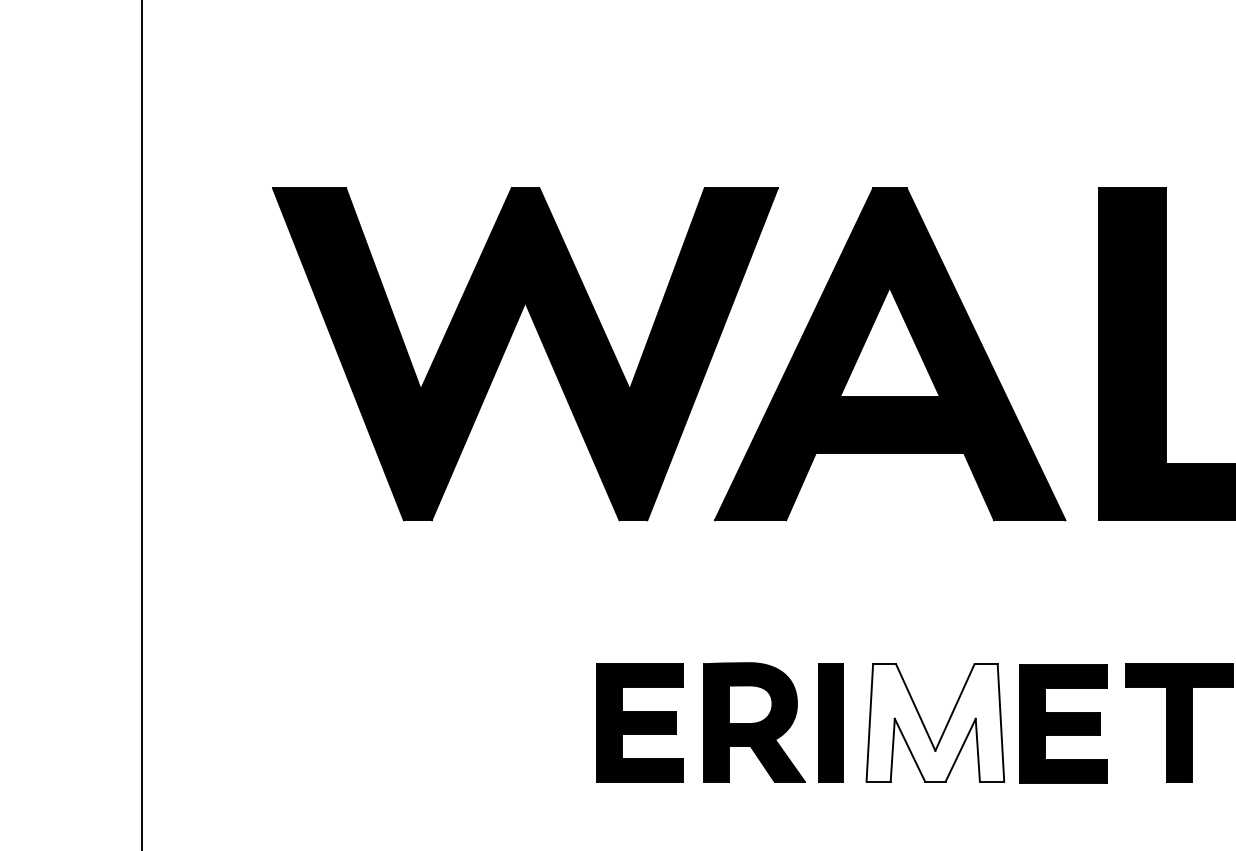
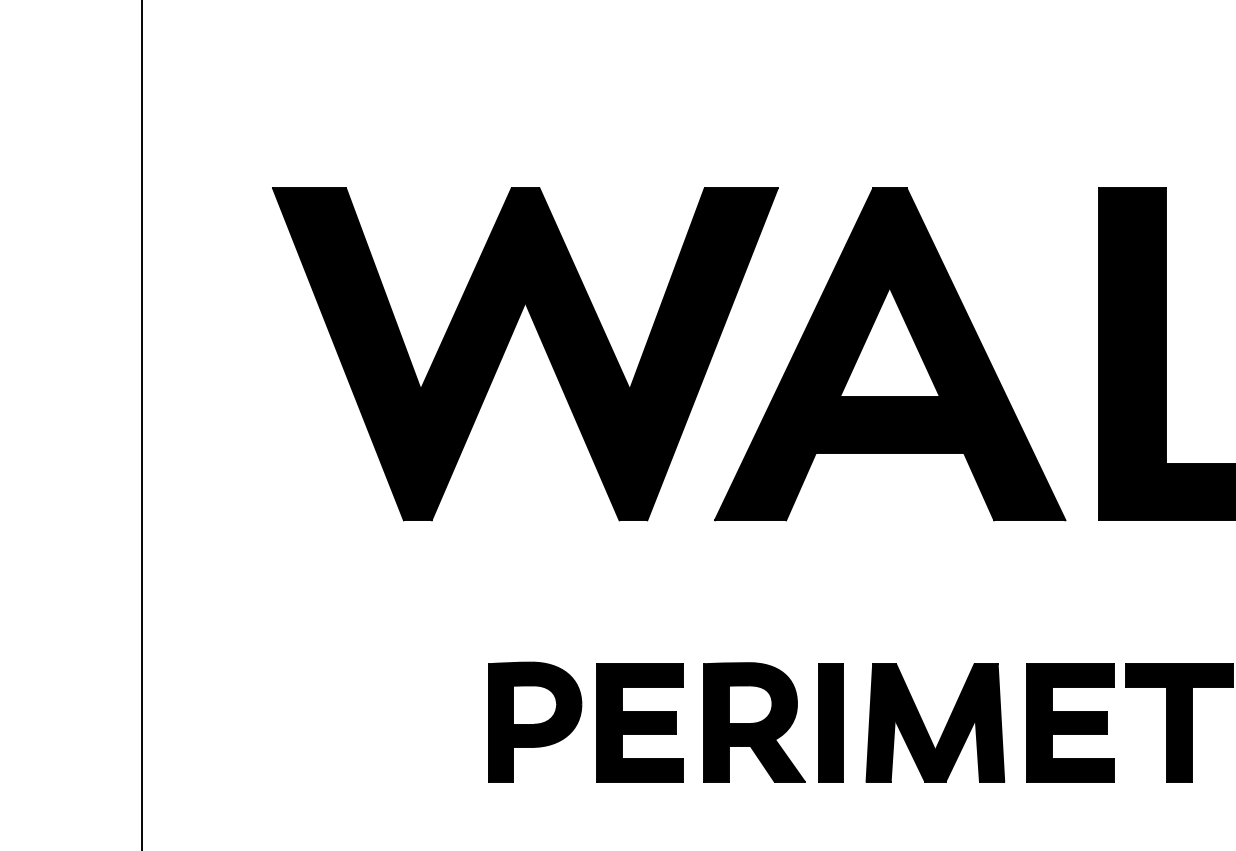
part at (535, 721): none -> present
fill at (935, 722): none -> present
part at (1063, 723) position: (1063, 723) -> (1070, 722)
